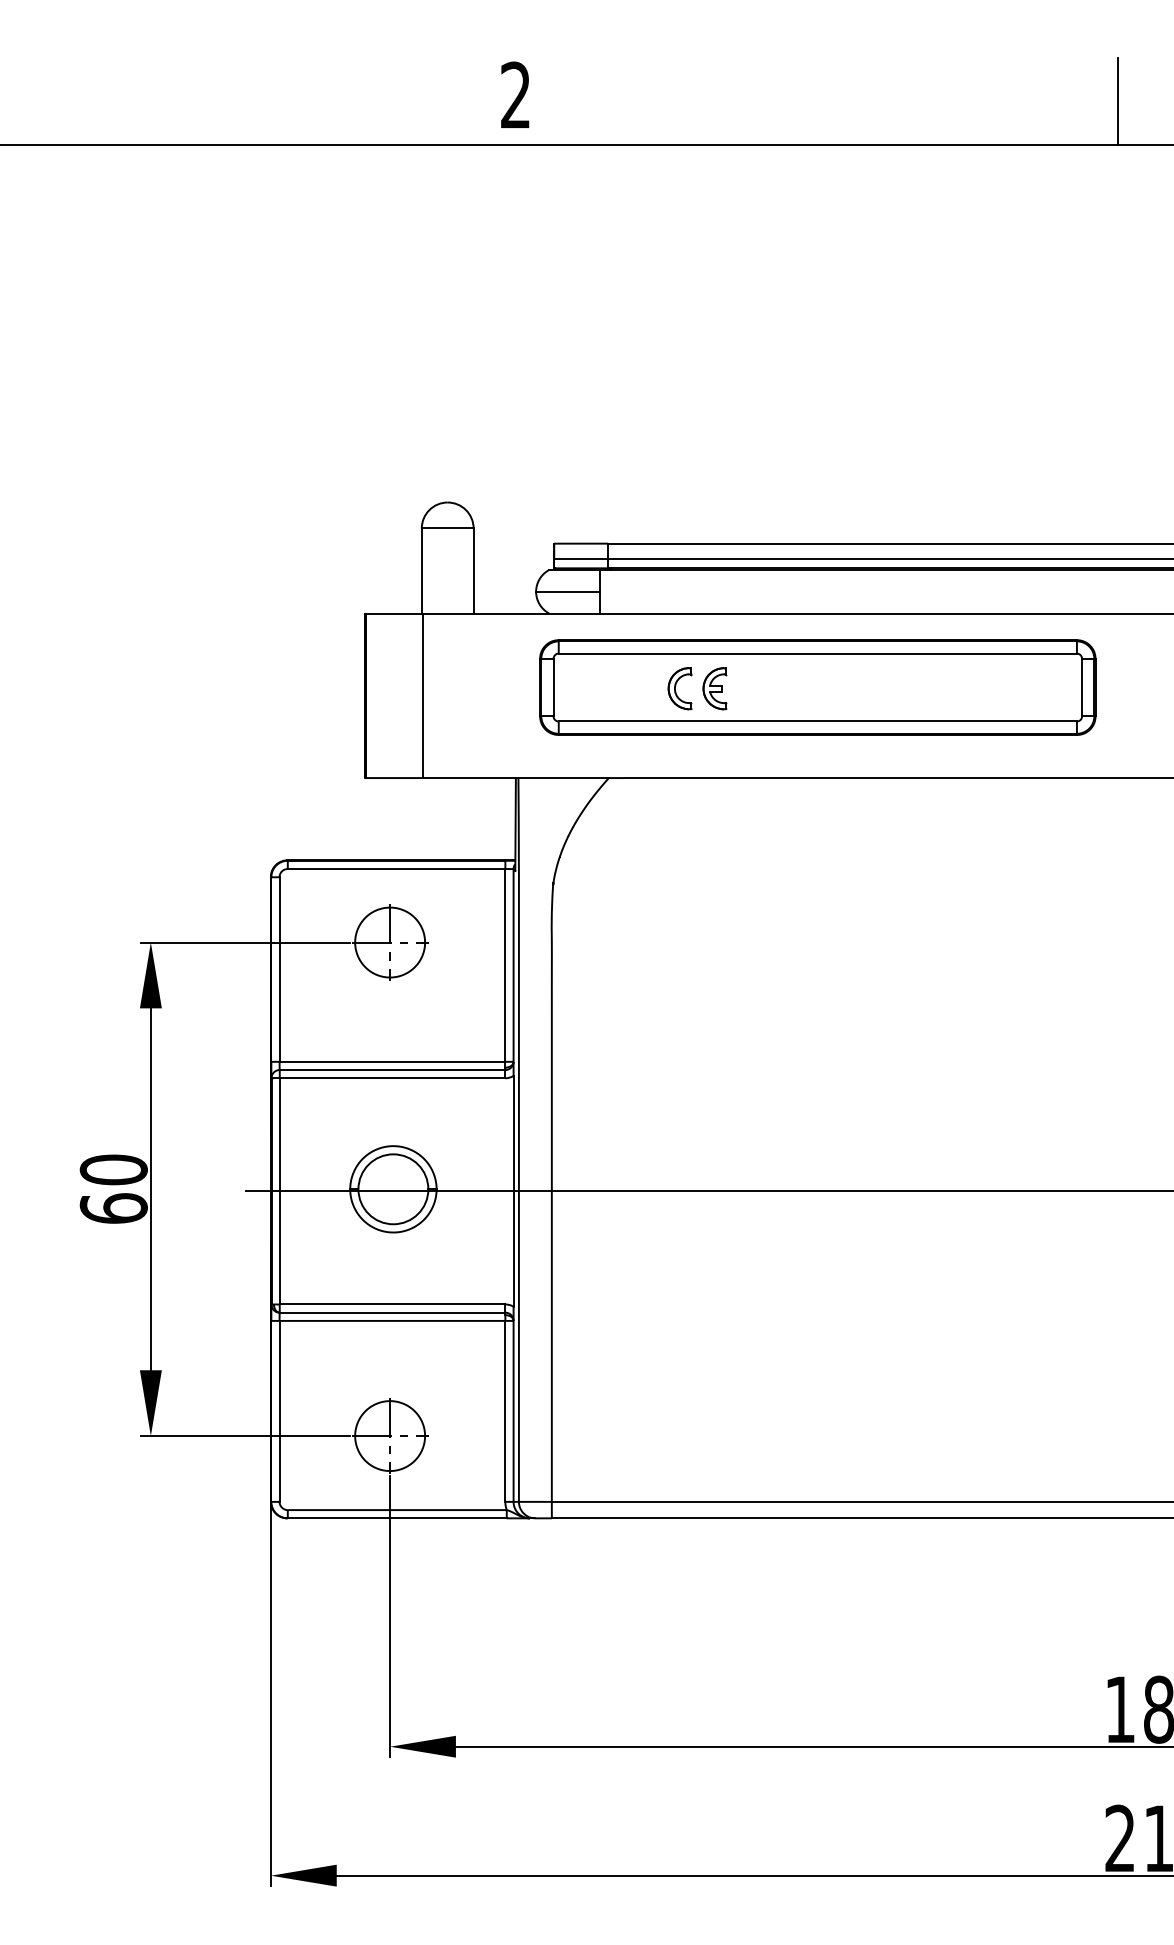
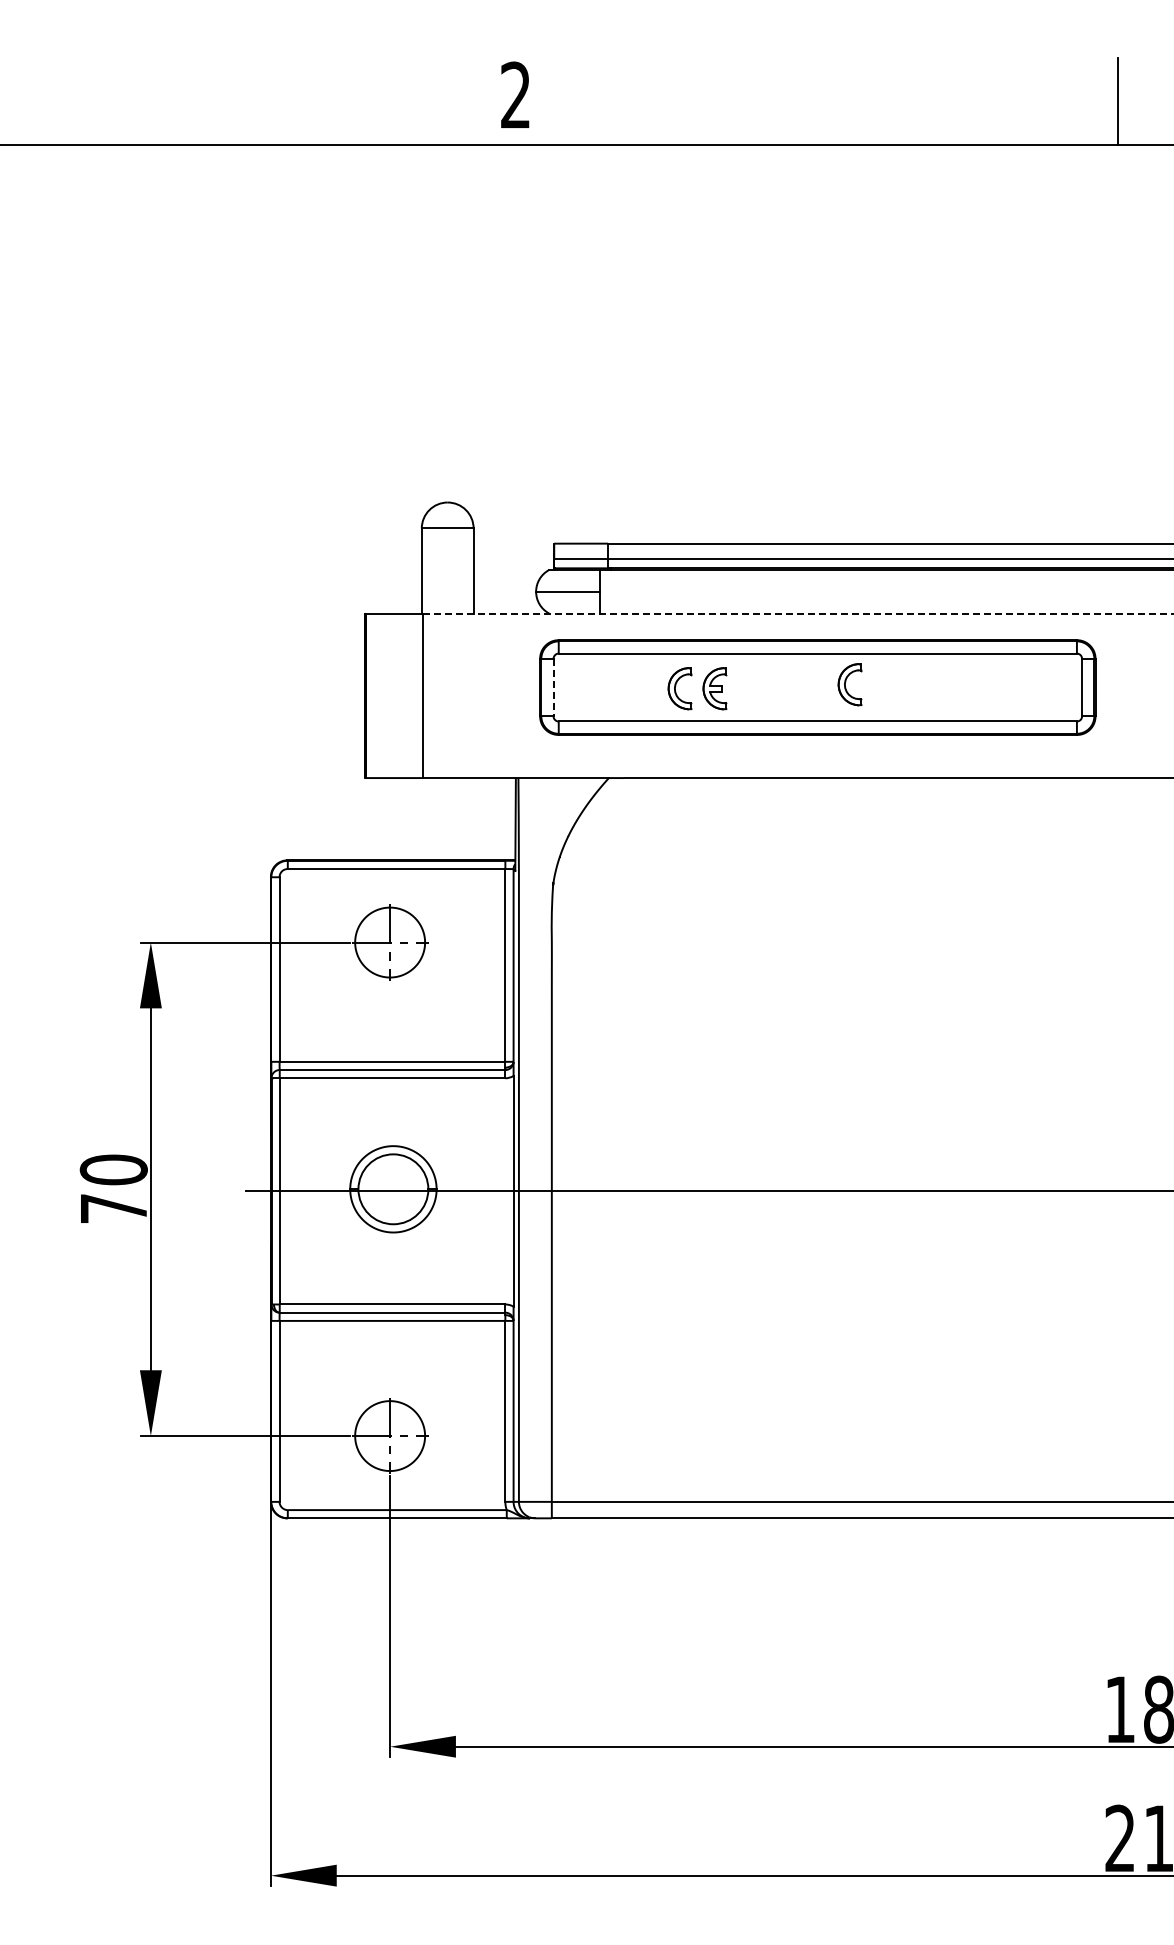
line at (798, 613): solid -> dashed
part at (849, 684): none -> present
line at (553, 687): solid -> dashed
text at (113, 1208): 60 -> 70
